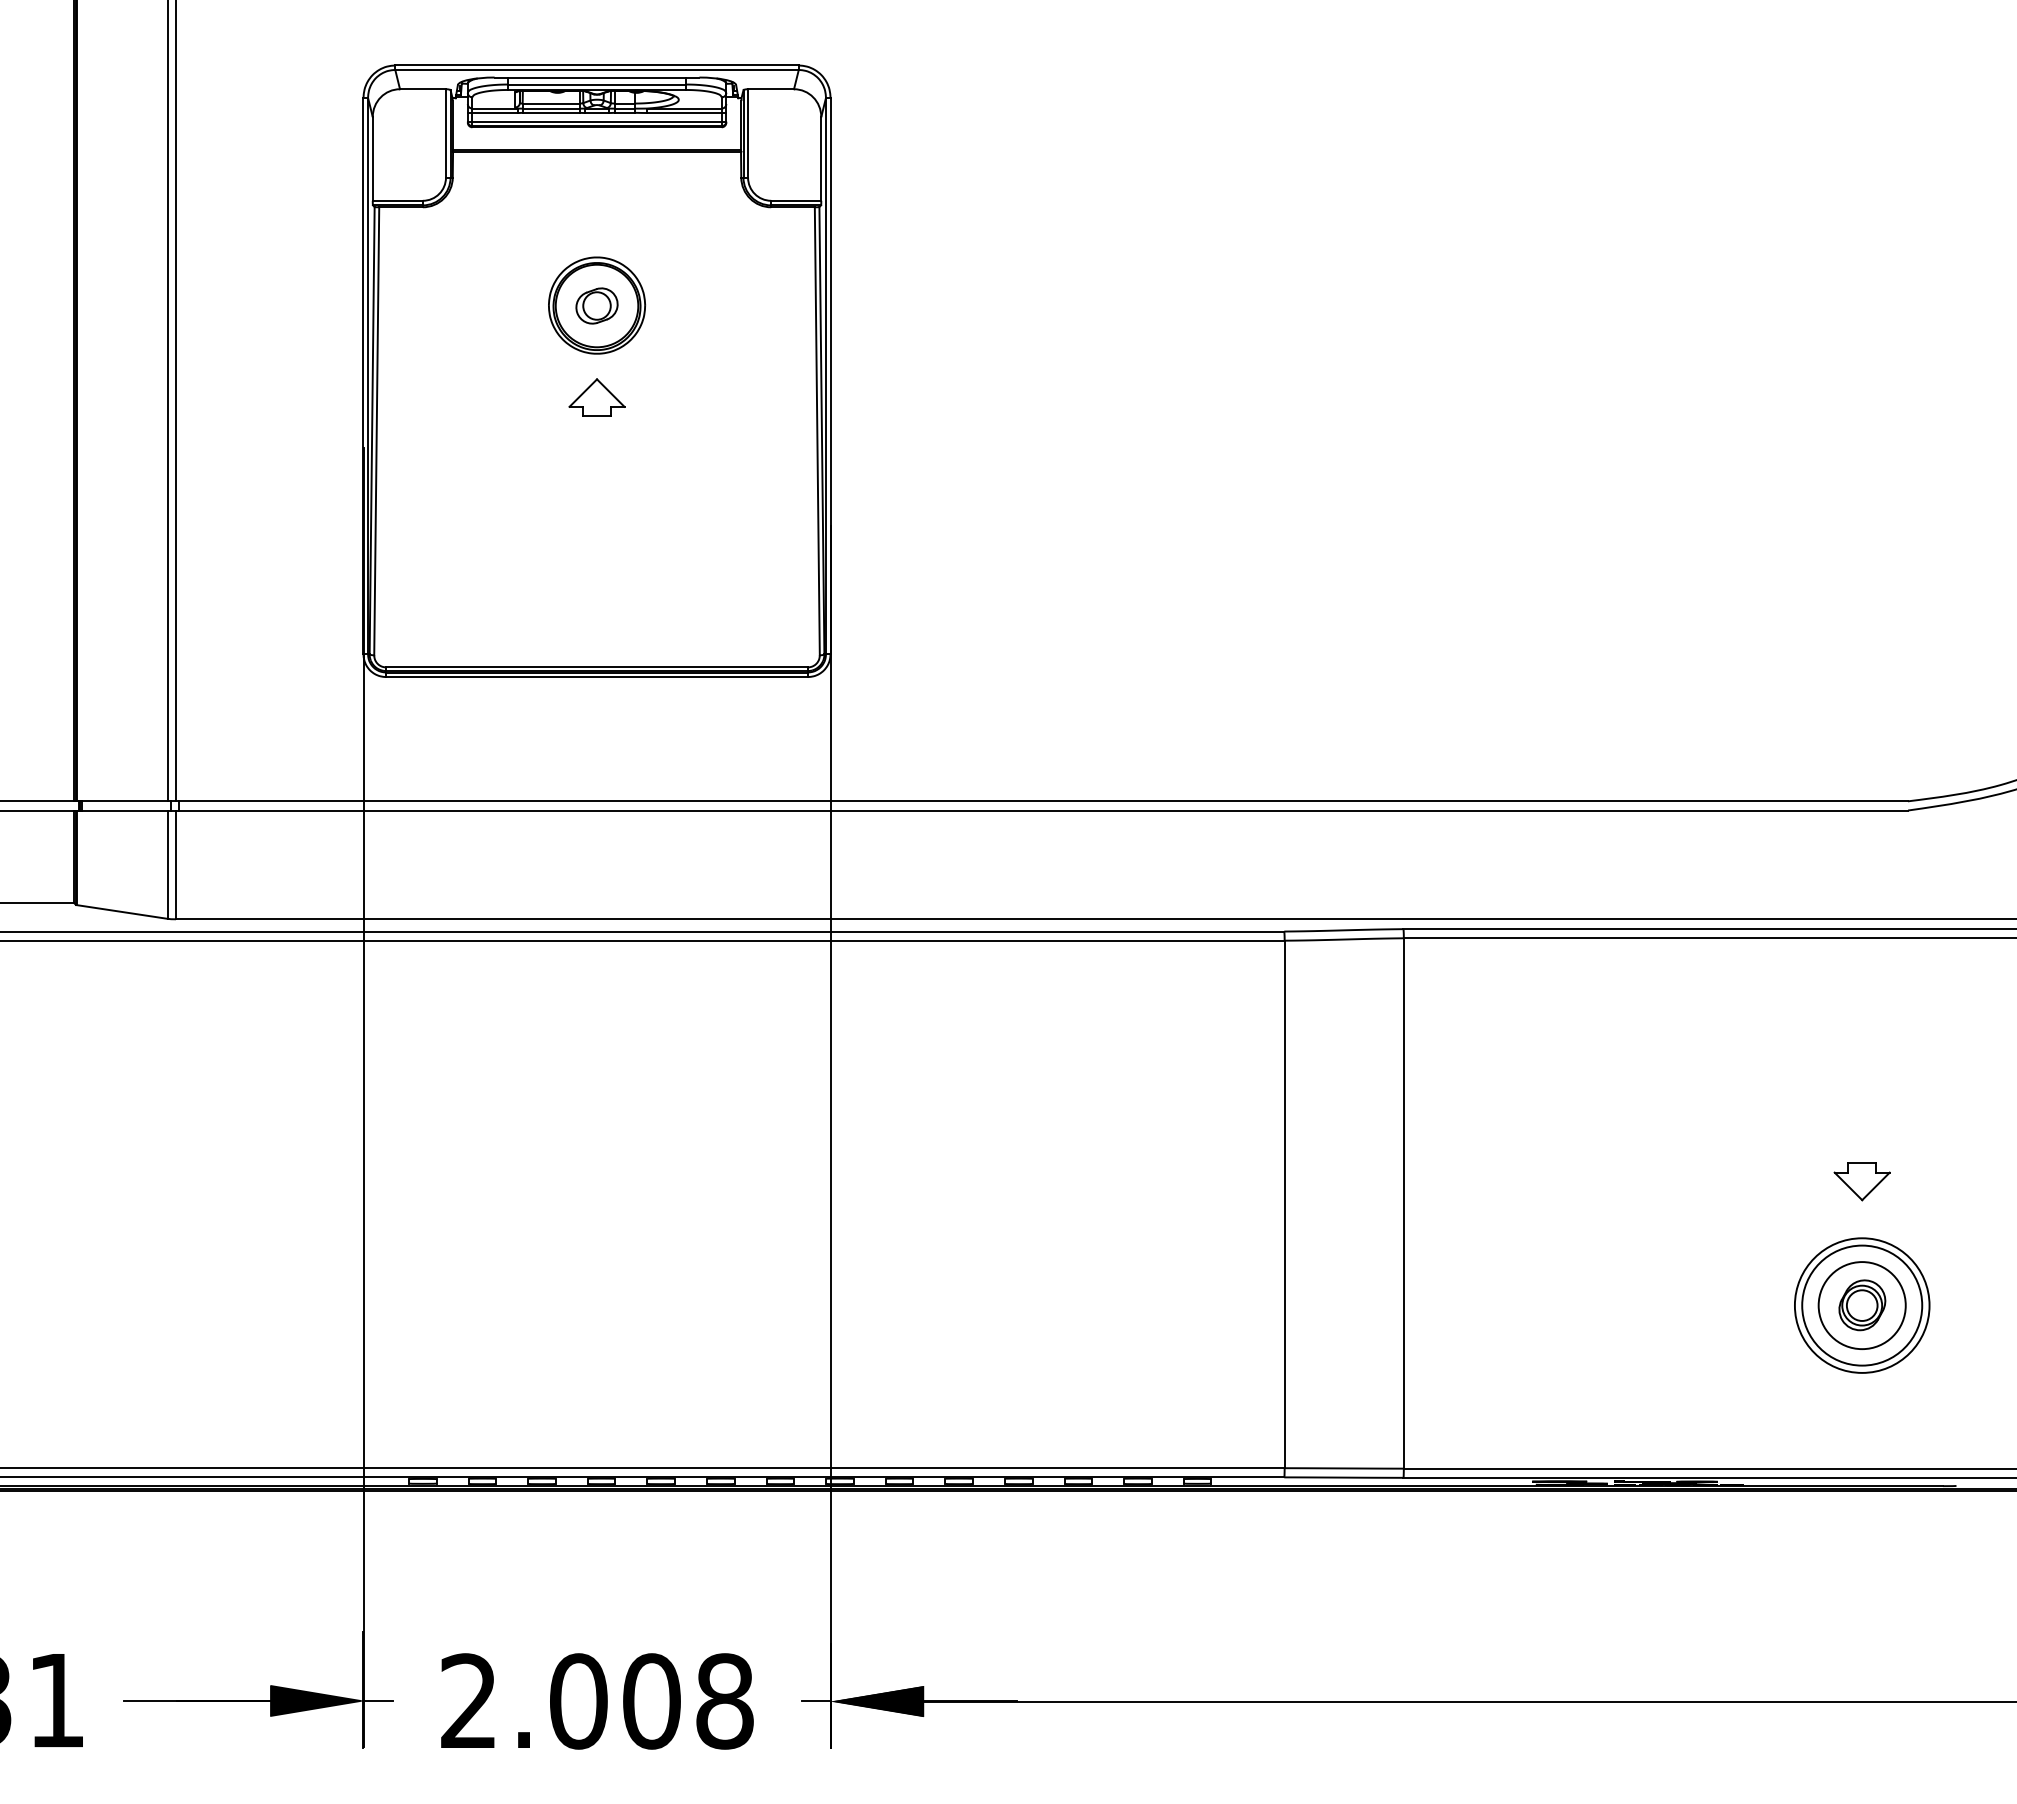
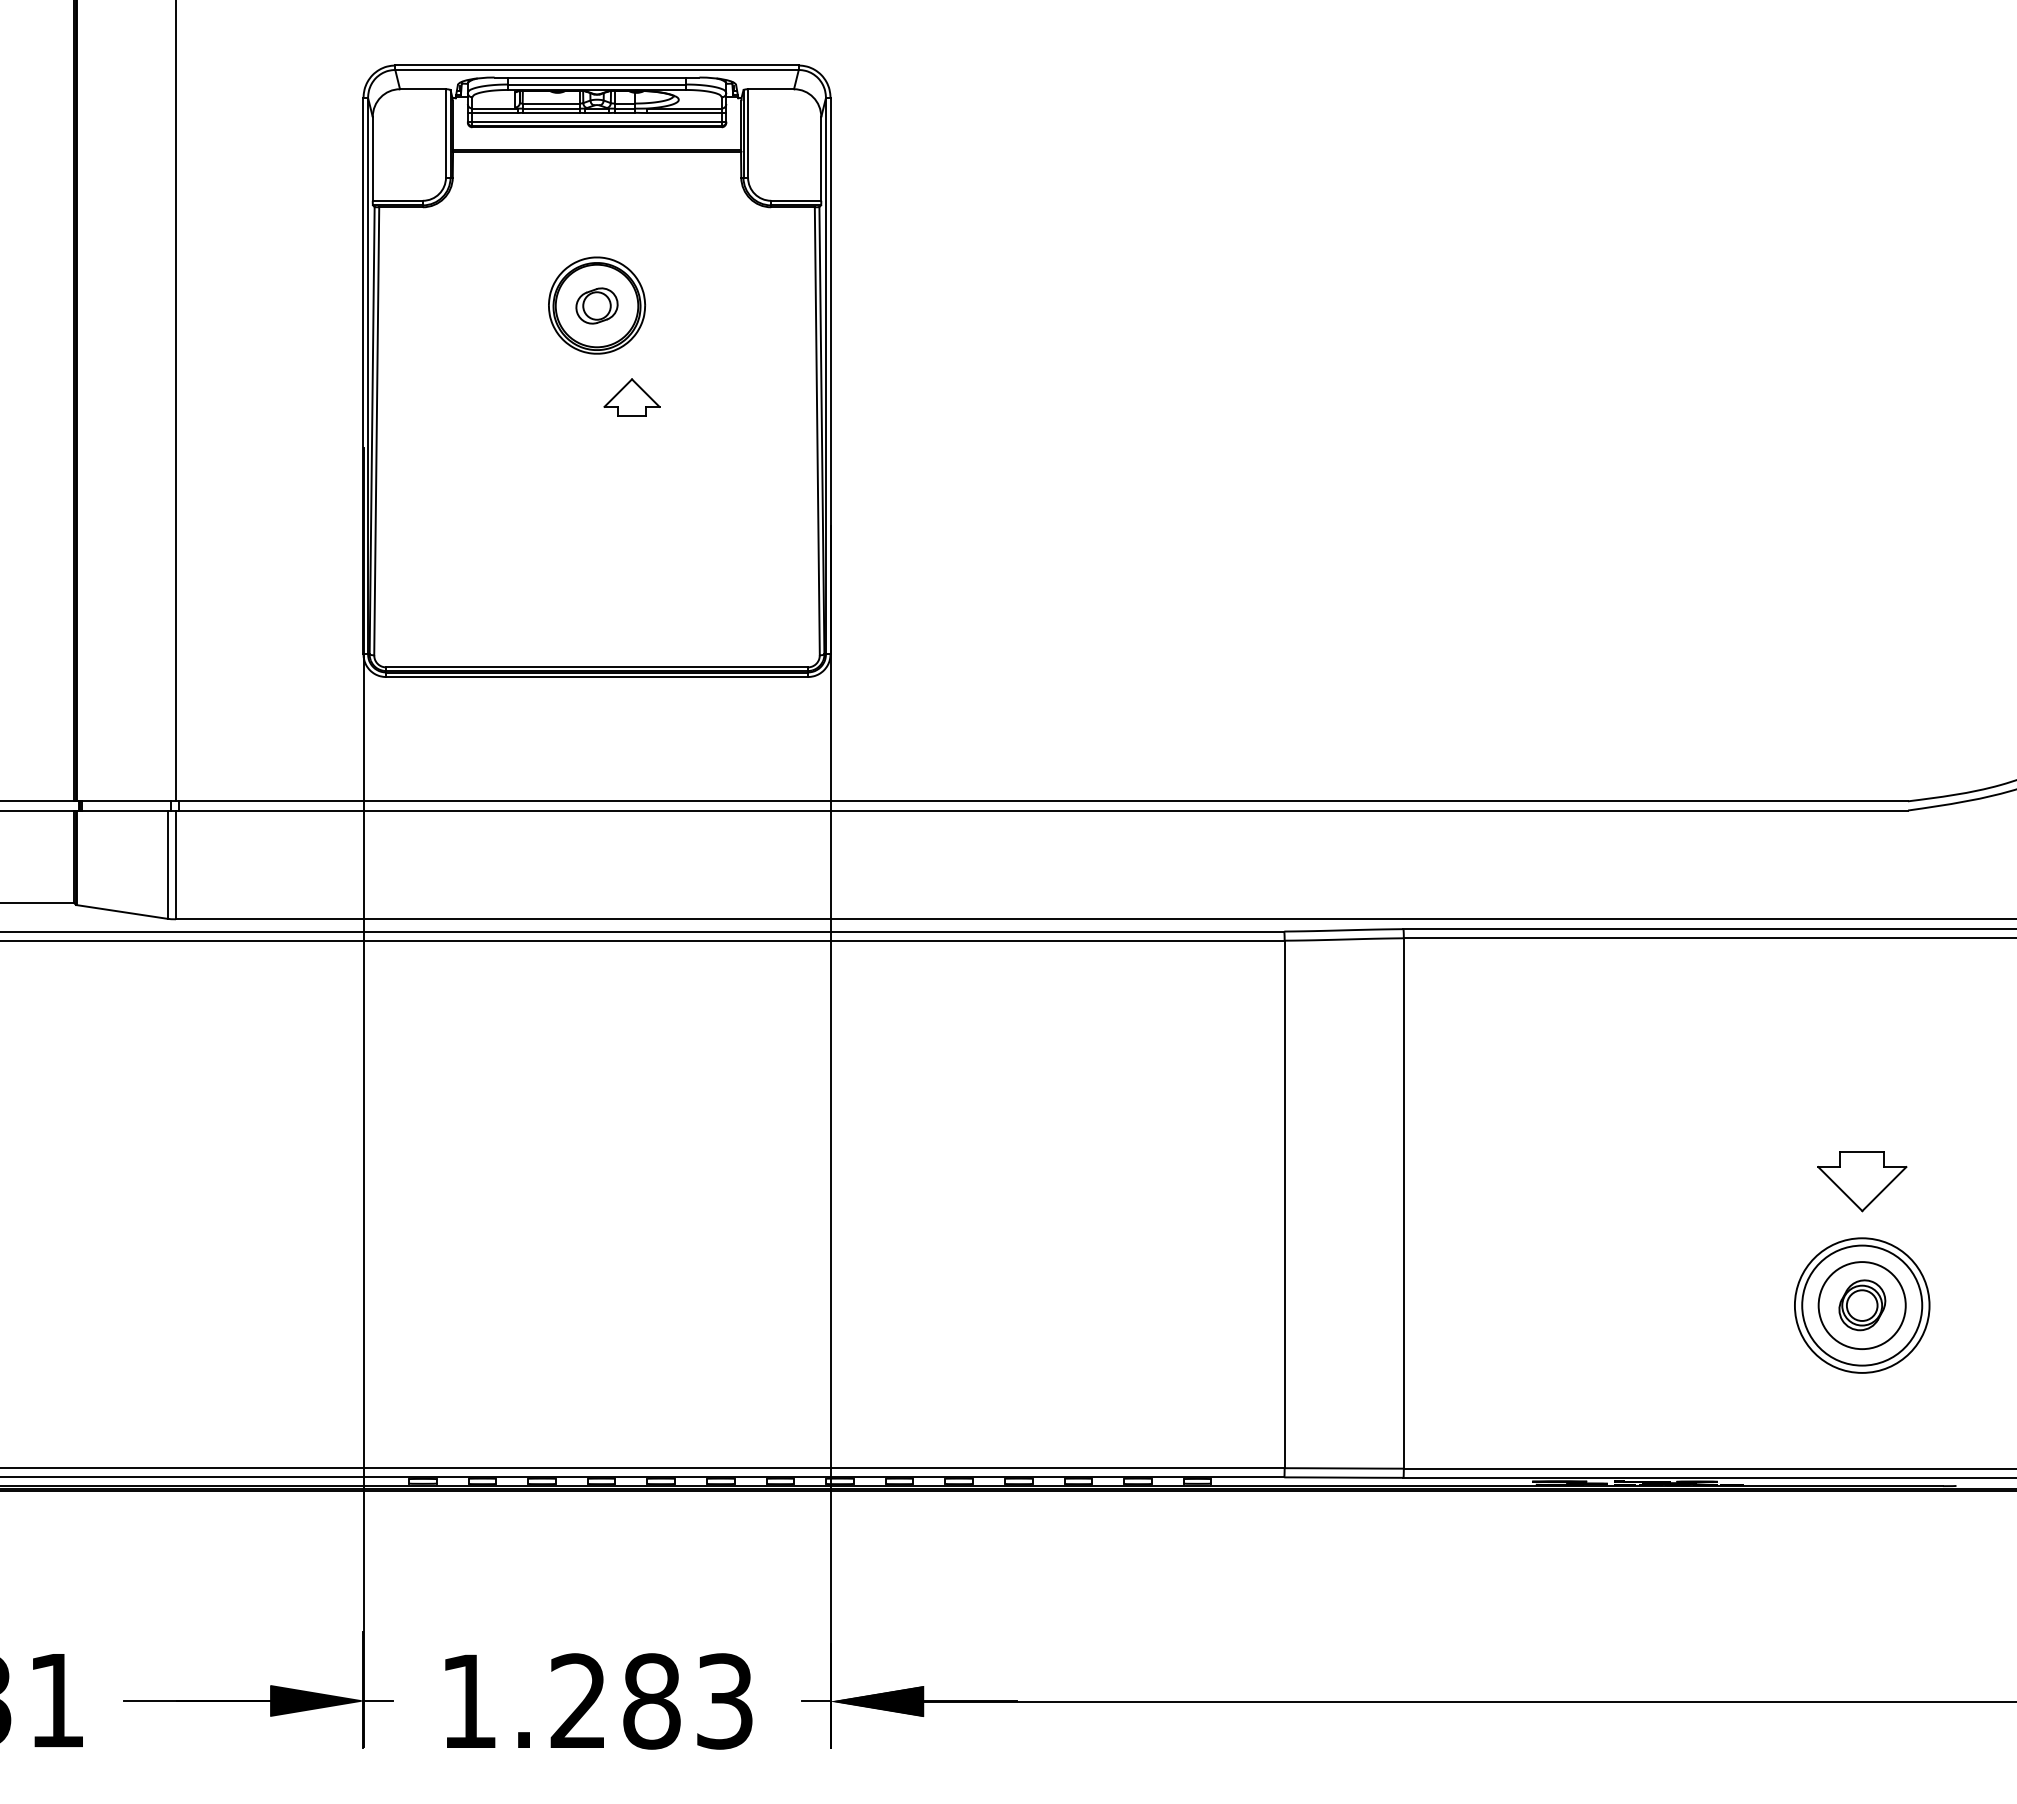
part at (596, 397) position: (596, 397) -> (631, 397)
line at (168, 401): present -> none
part at (1861, 1181) size: 58x40 px -> 91x62 px
text at (597, 1701): 2.008 -> 1.283
